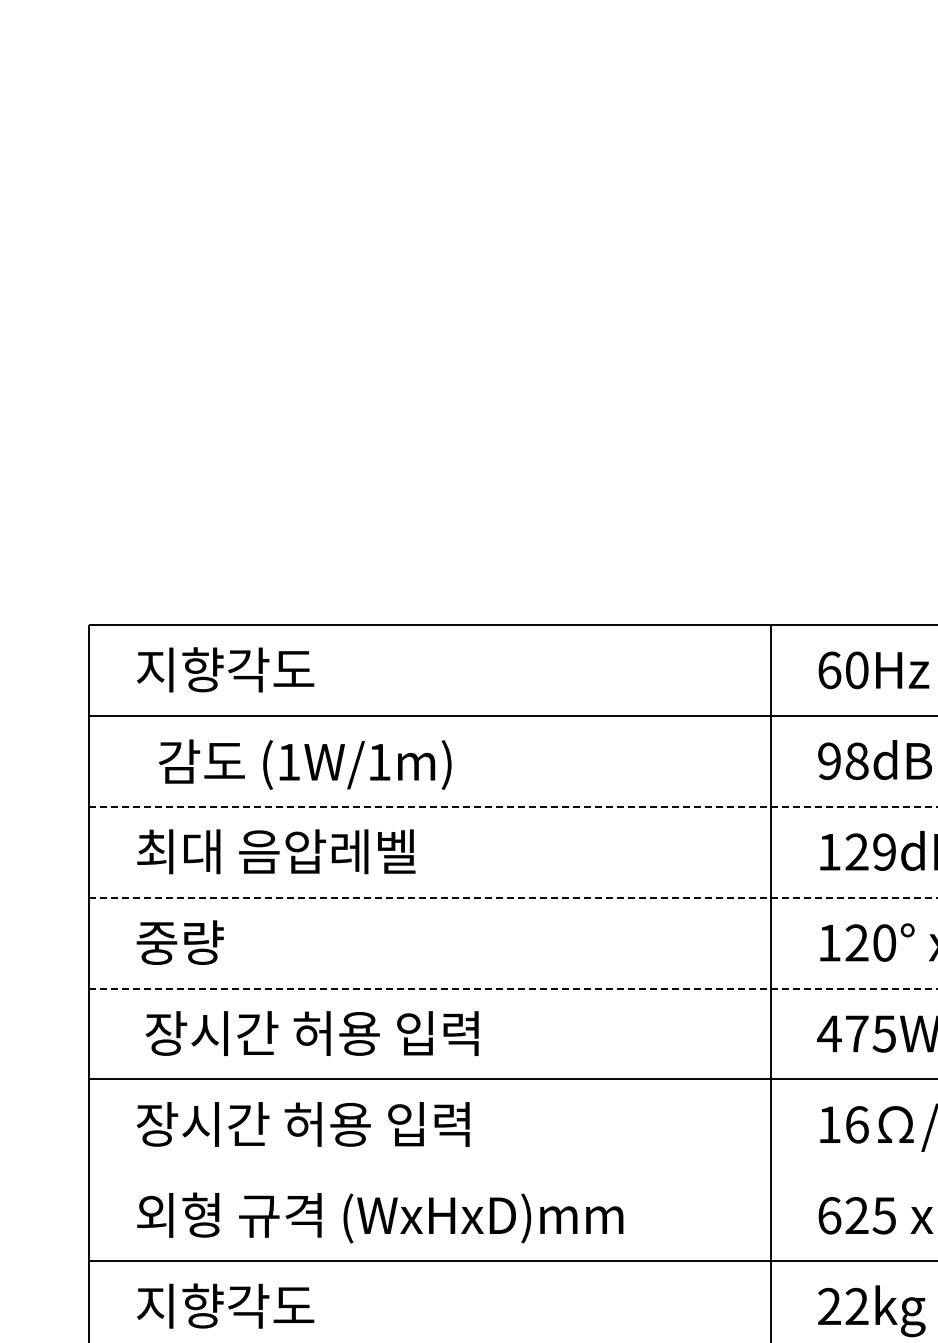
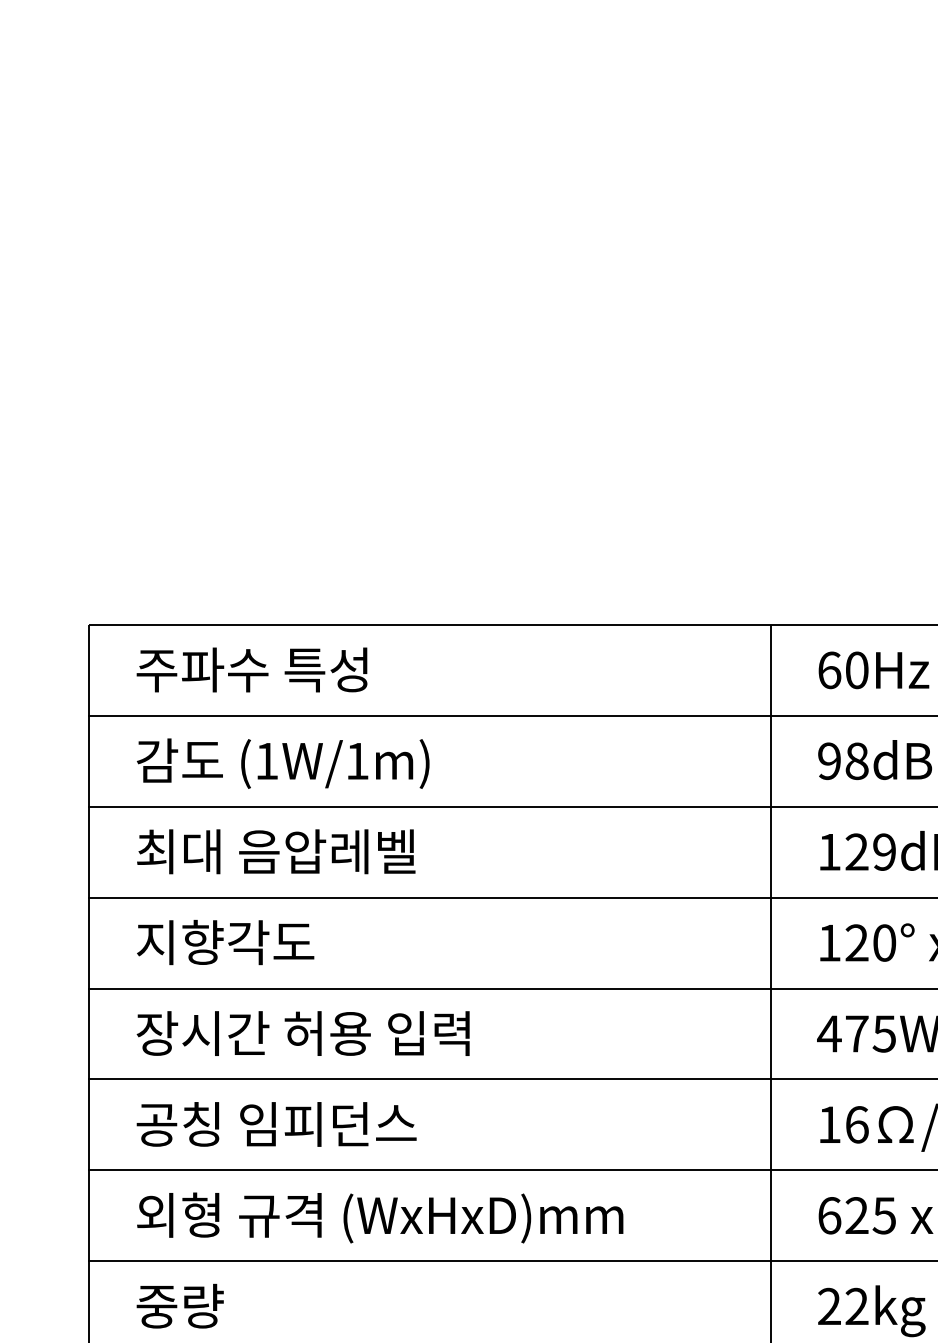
text at (251, 669): 지향각도 -> 주파수 특성
text at (305, 764) position: (305, 764) -> (283, 763)
line at (513, 806): dashed -> solid
line at (513, 897): dashed -> solid
text at (225, 942): 중량 -> 지향각도
line at (513, 988): dashed -> solid
text at (311, 1033) position: (311, 1033) -> (302, 1033)
text at (302, 1124): 장시간 허용 입력 -> 공칭 임피던스
line at (511, 1170): none -> present
text at (225, 1305): 지향각도 -> 중량
